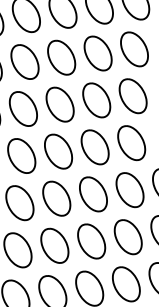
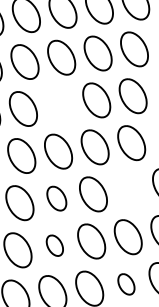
part at (59, 104): present -> none
part at (129, 190): present -> none
part at (56, 198) size: 30x37 px -> 22x27 px
part at (54, 245) size: 30x37 px -> 19x23 px
part at (126, 284) size: 29x37 px -> 19x23 px
